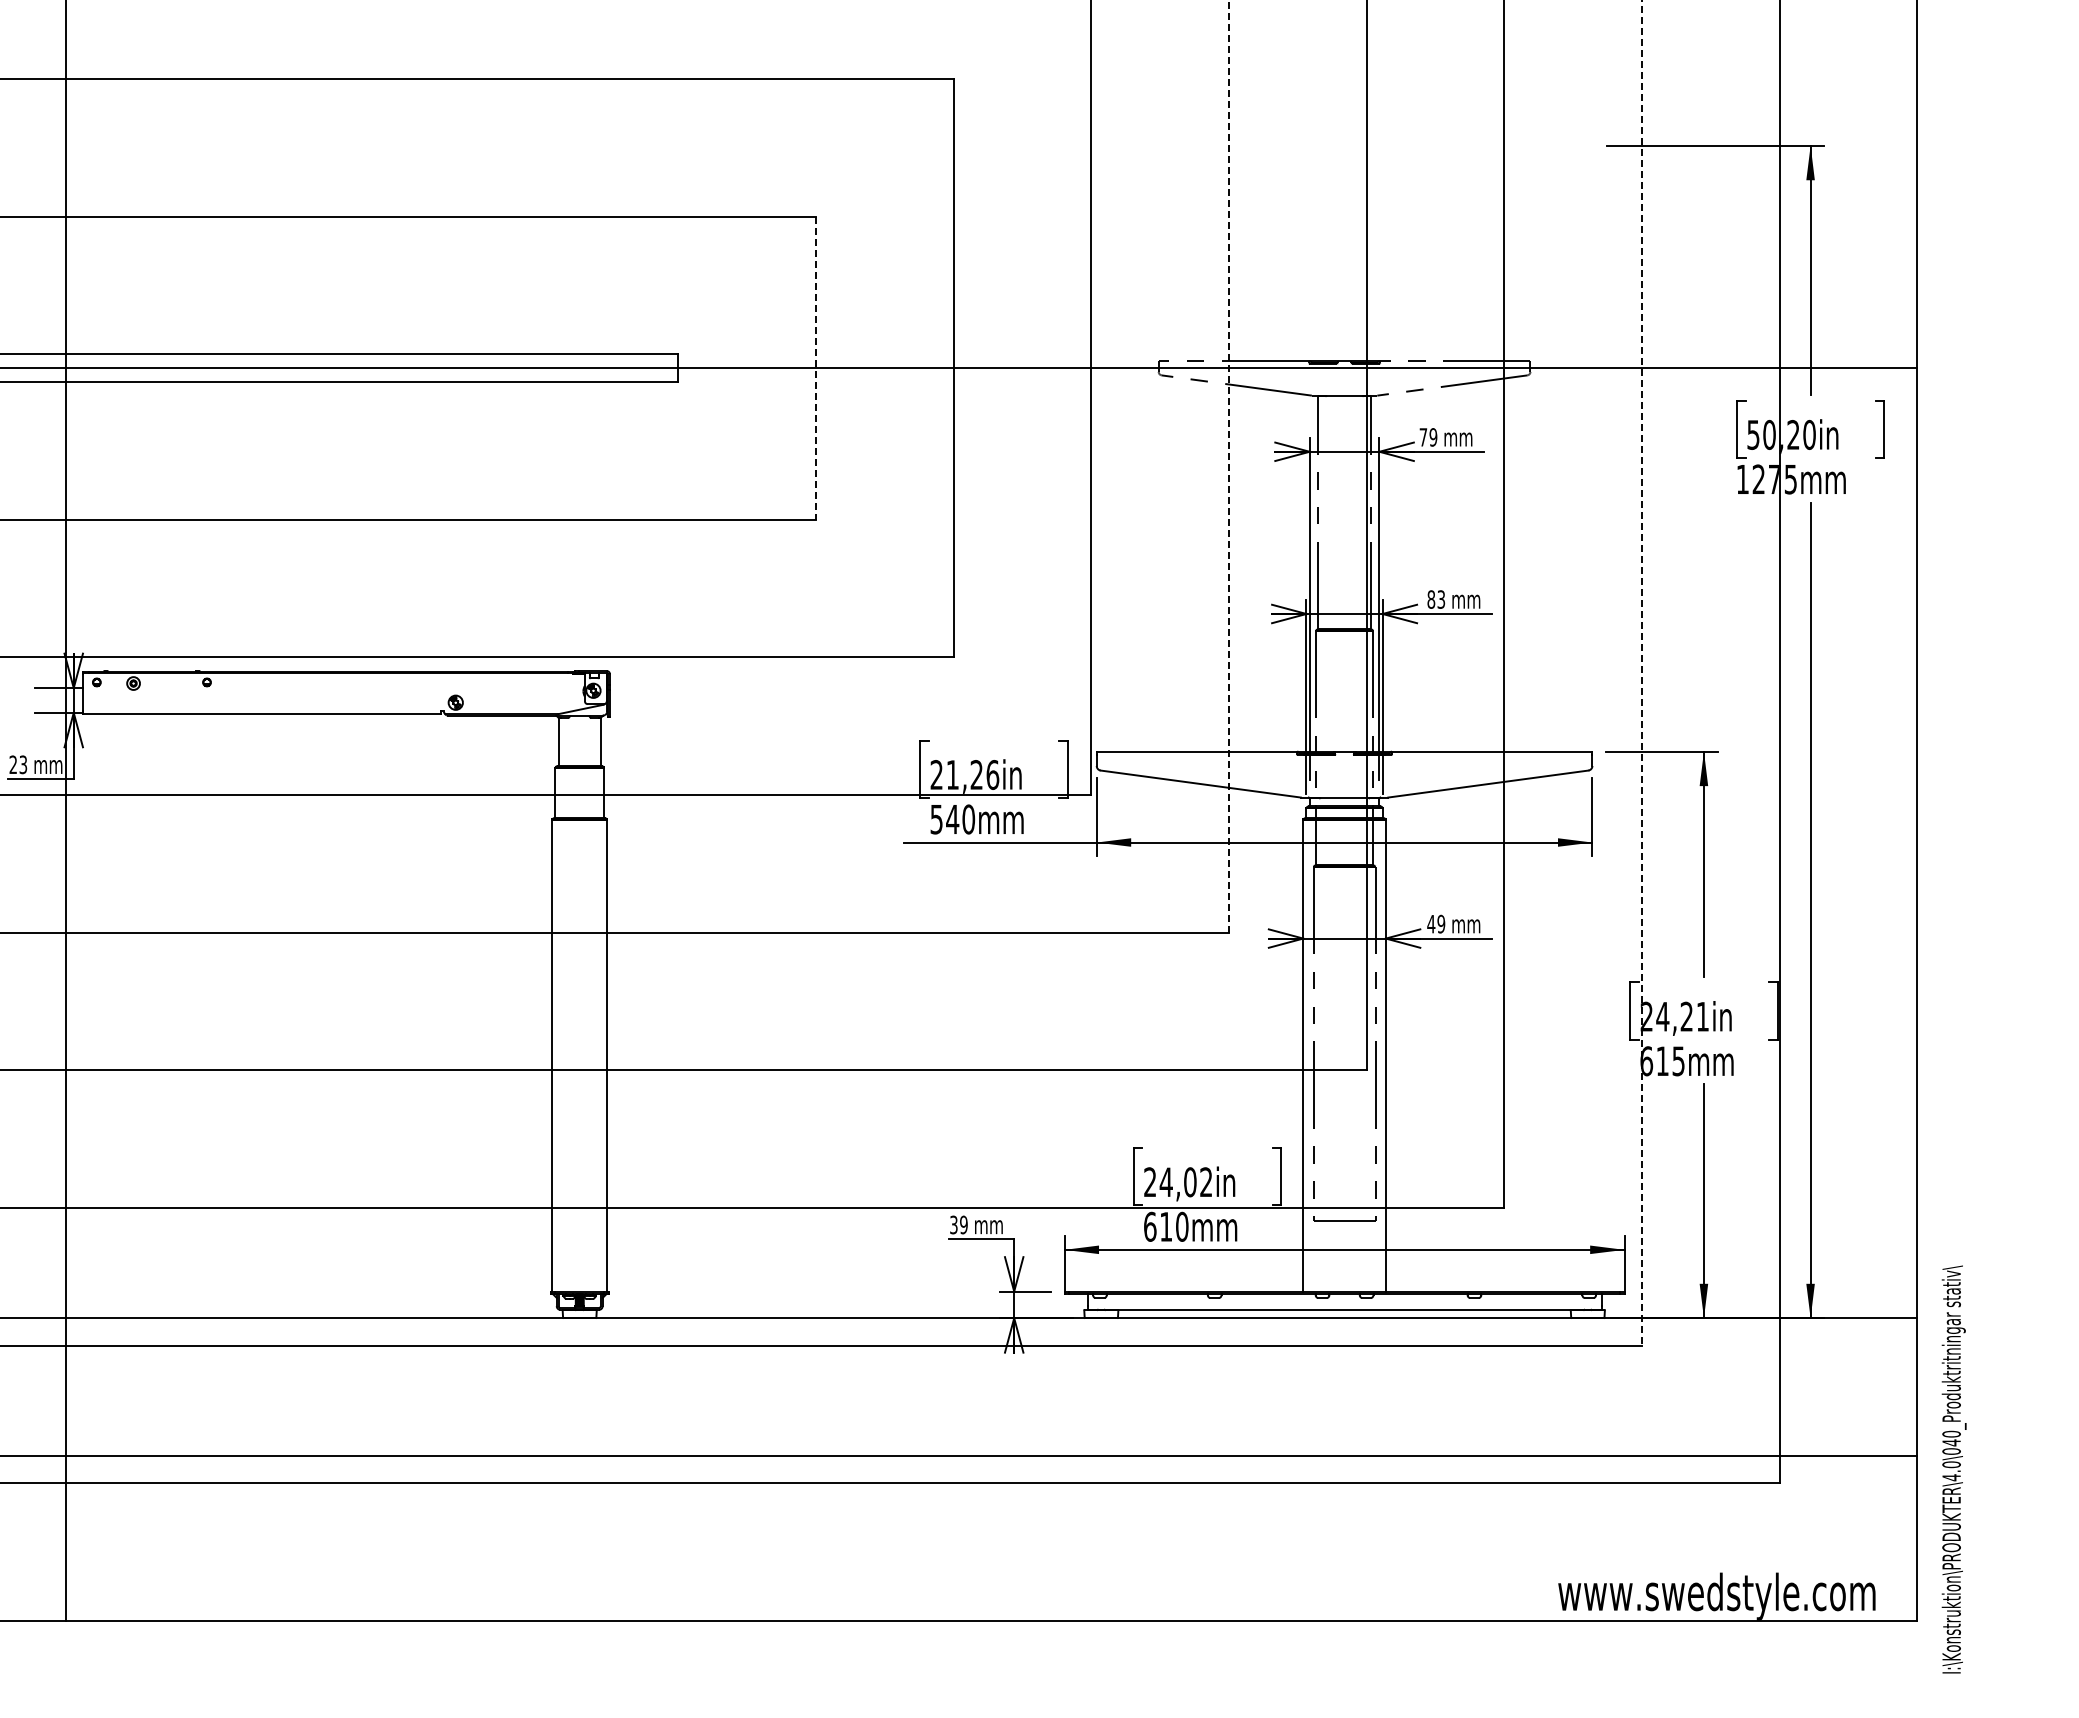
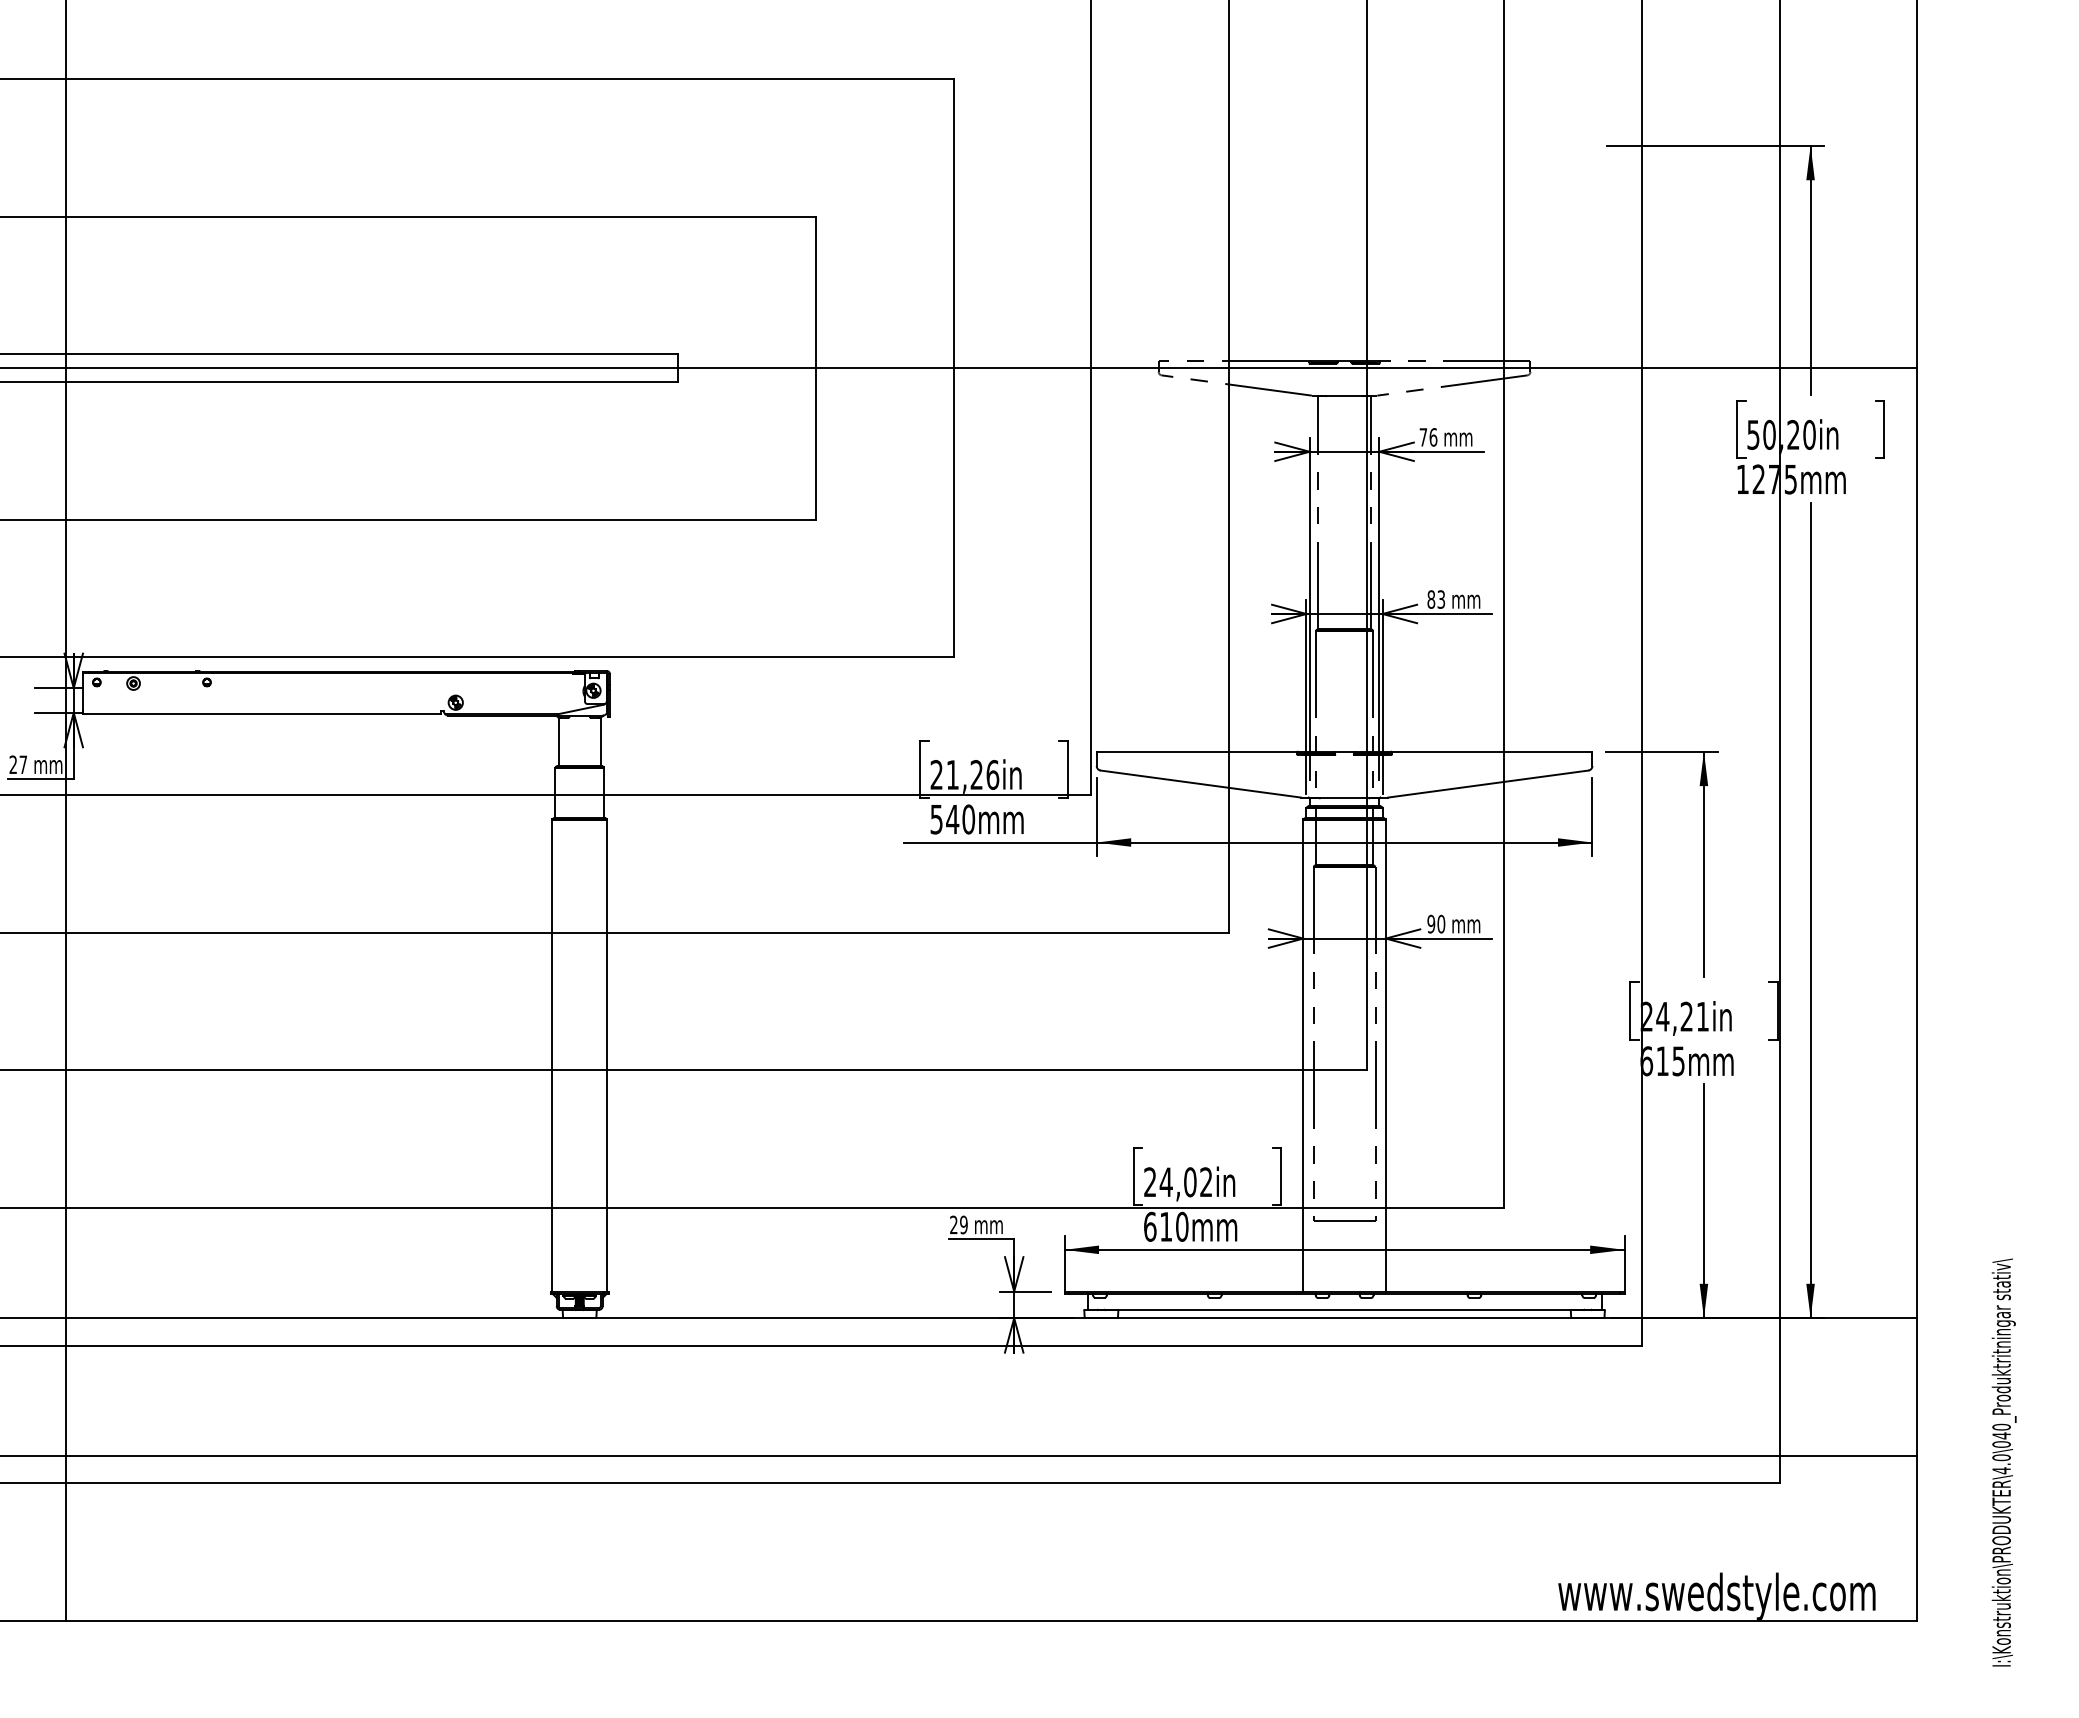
line at (815, 368): dashed -> solid
text at (1433, 437): 79 -> 76
line at (1229, 466): dashed -> solid
line at (1642, 672): dashed -> solid
text at (23, 764): 23 -> 27
text at (1436, 923): 49 -> 90
text at (953, 1225): 39 -> 29
text at (1953, 1469) position: (1953, 1469) -> (2003, 1462)
